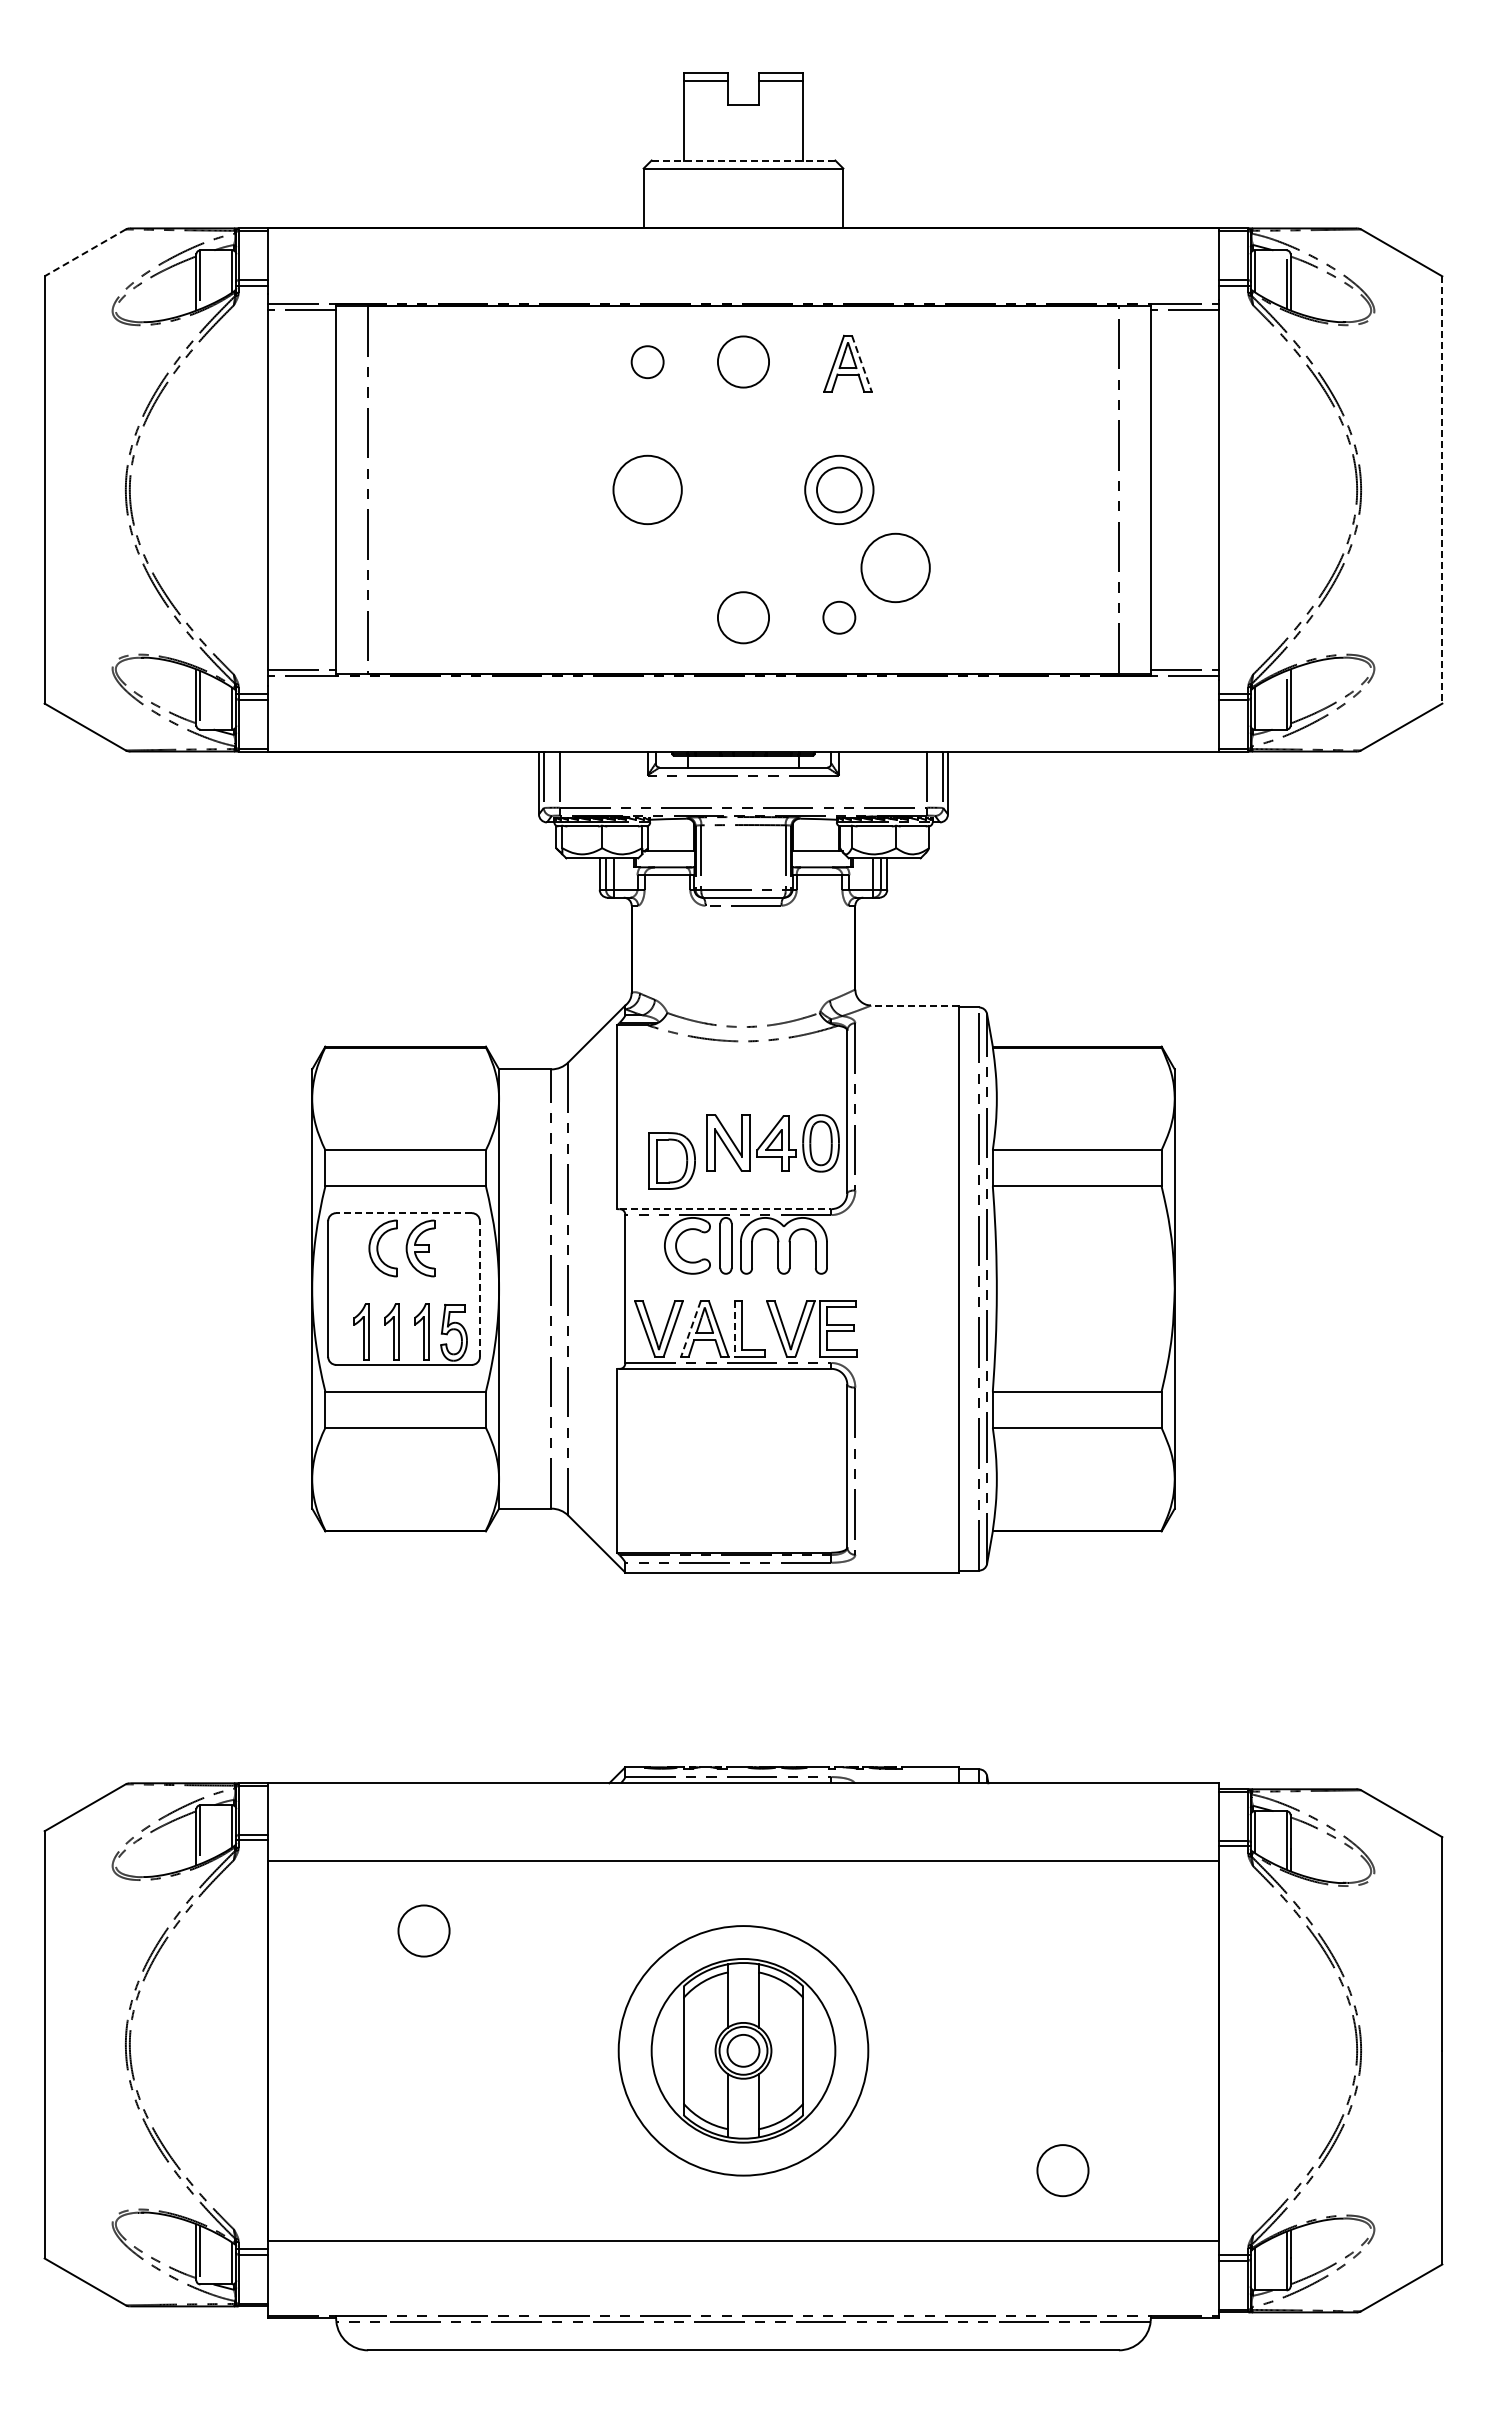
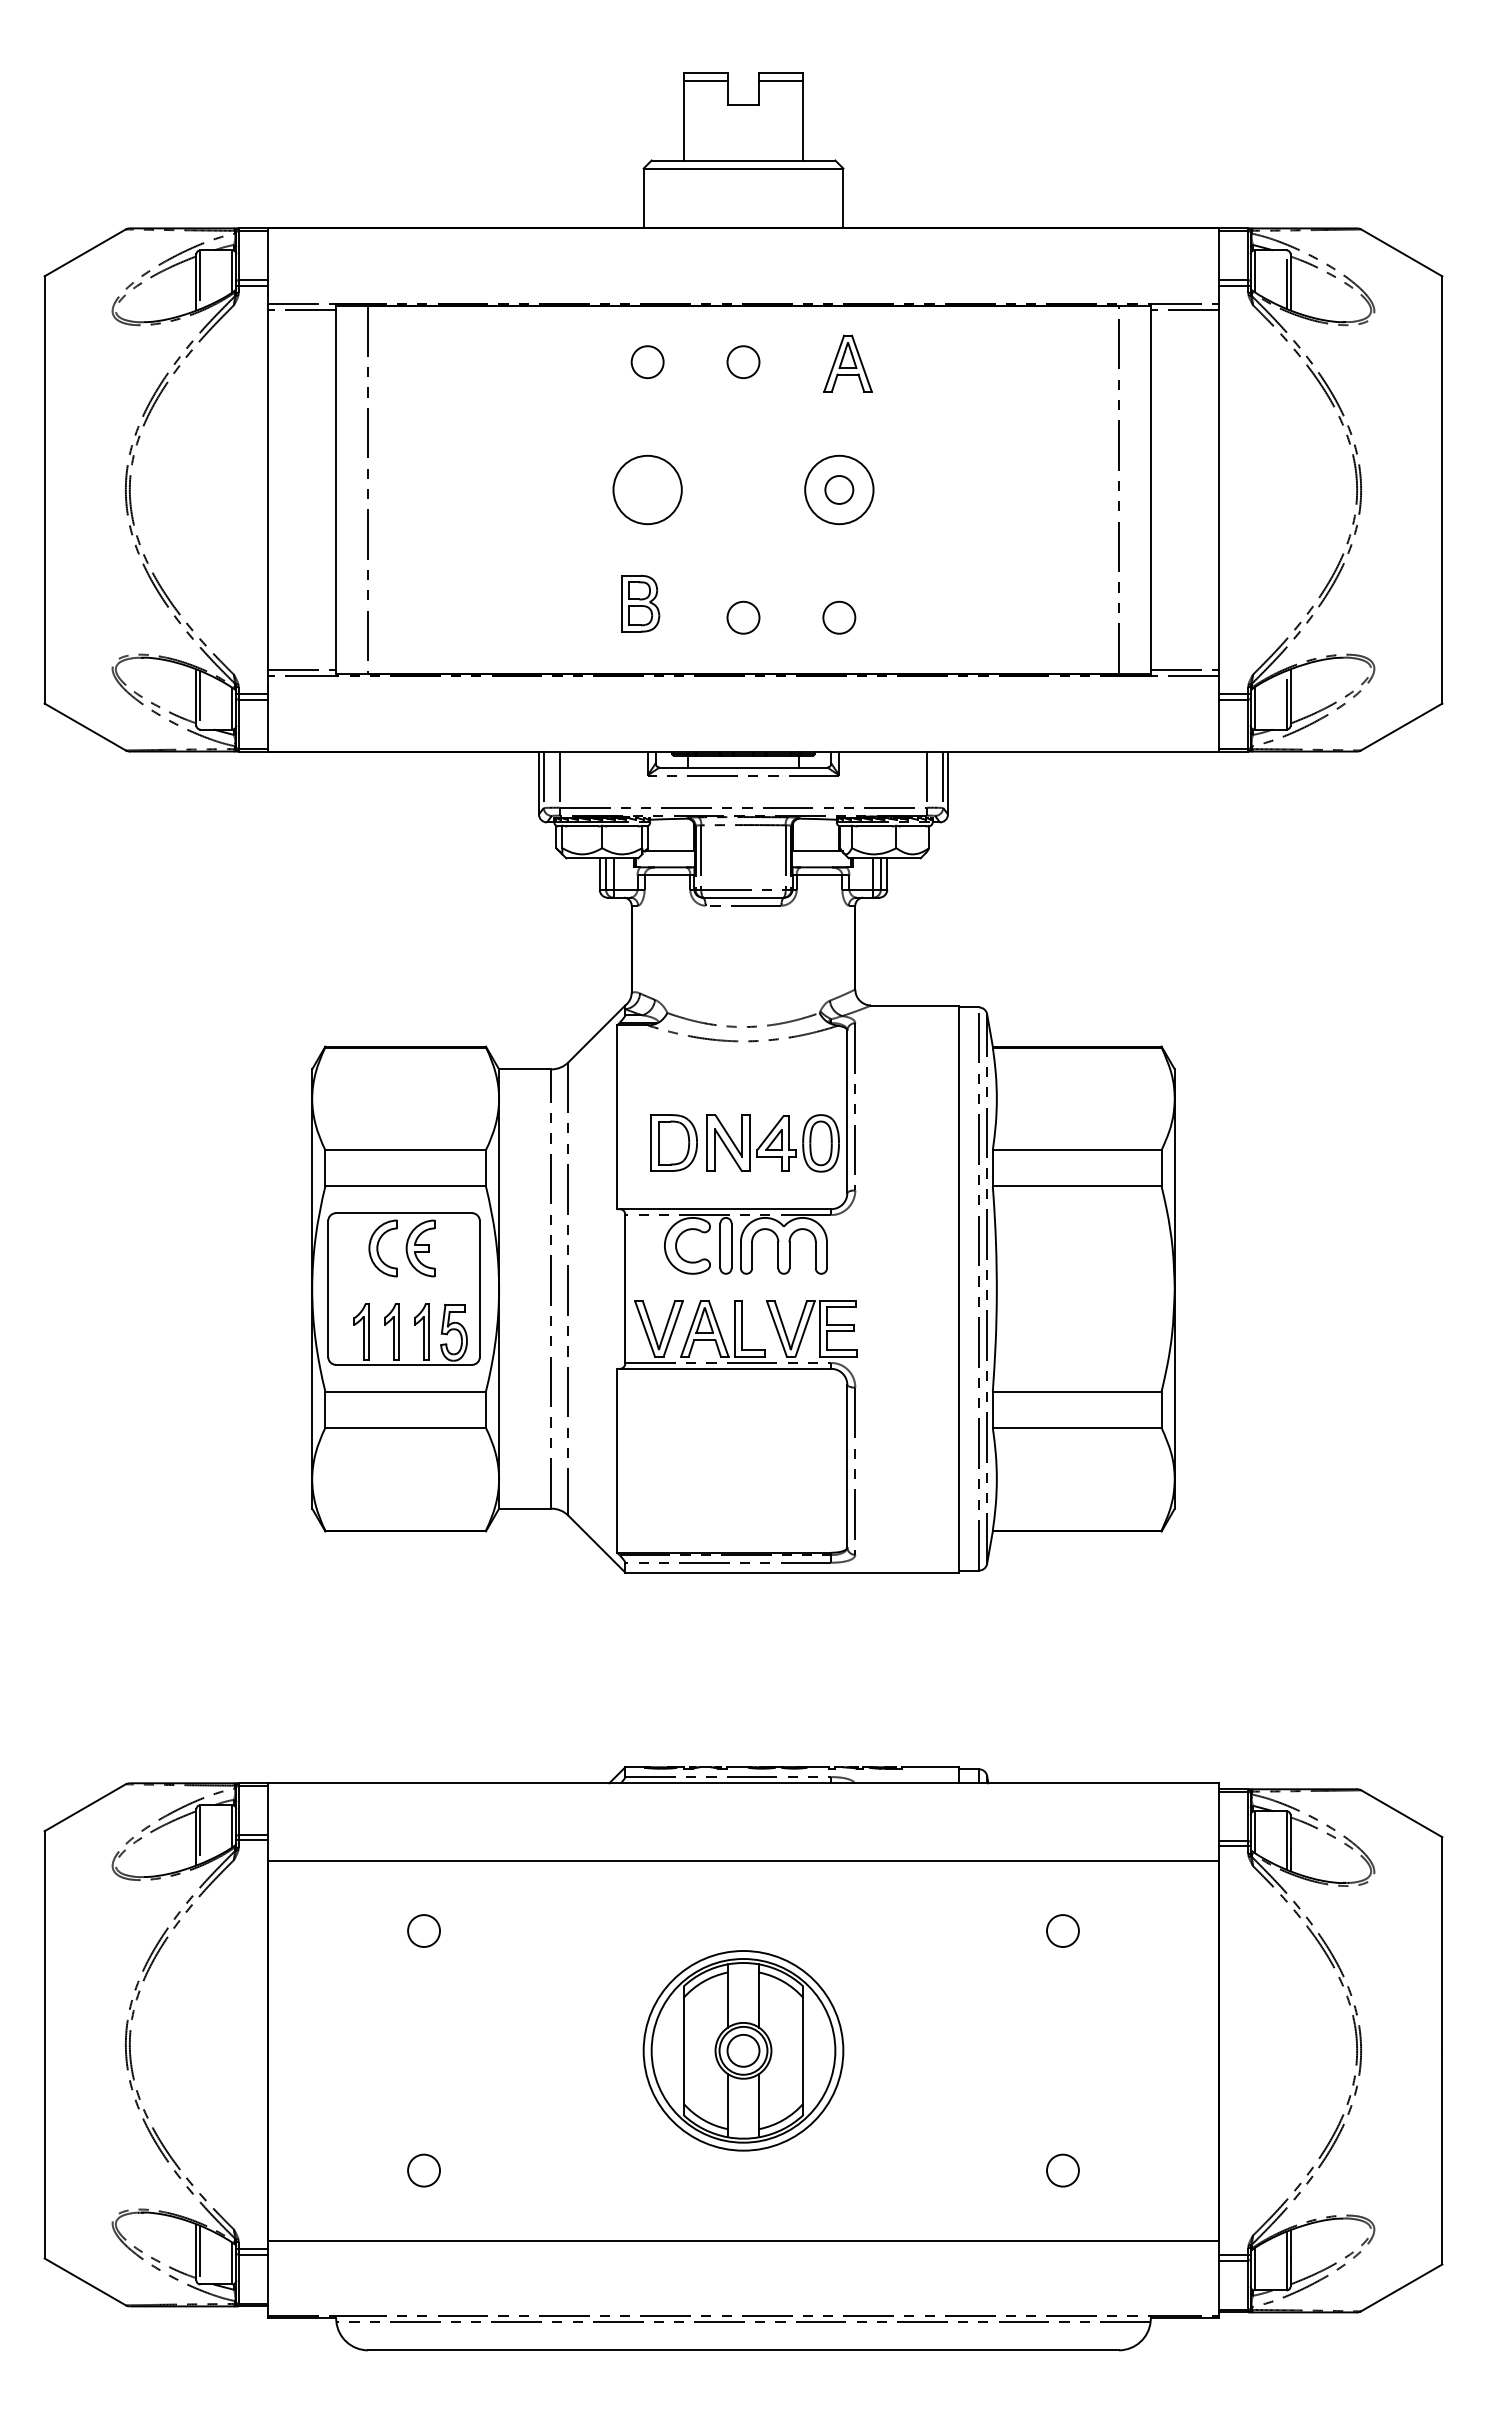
line at (743, 160): dashed -> solid
line at (84, 253): dashed -> solid
circle at (743, 361) size: 53x54 px -> 35x35 px
line at (861, 363): dashed -> solid
circle at (838, 489) diameter: 45 px -> 28 px
line at (1442, 489): dashed -> solid
circle at (895, 567): present -> none
part at (640, 603): none -> present
circle at (743, 617) diameter: 51 px -> 32 px
line at (914, 1005): dashed -> solid
part at (671, 1160) position: (671, 1160) -> (673, 1142)
line at (725, 1209): dashed -> solid
line at (404, 1213): dashed -> solid
line at (479, 1289): dashed -> solid
line at (734, 1328): dashed -> solid
line at (690, 1329): dashed -> solid
circle at (423, 1930) diameter: 51 px -> 32 px
circle at (1062, 1930): none -> present
circle at (743, 2050) diameter: 250 px -> 200 px
circle at (423, 2170): none -> present
circle at (1062, 2170) diameter: 51 px -> 32 px
